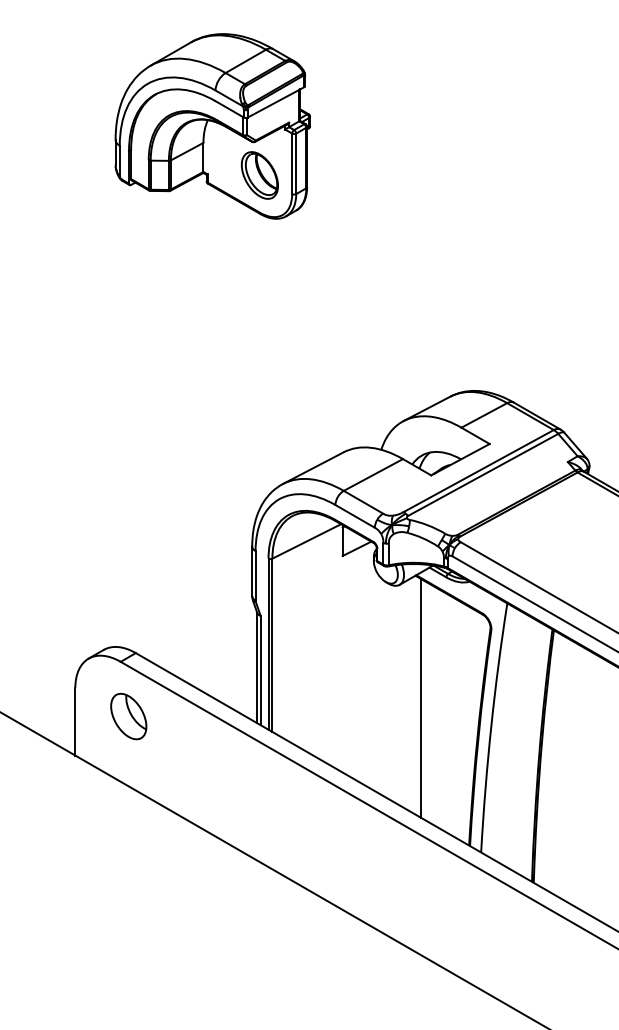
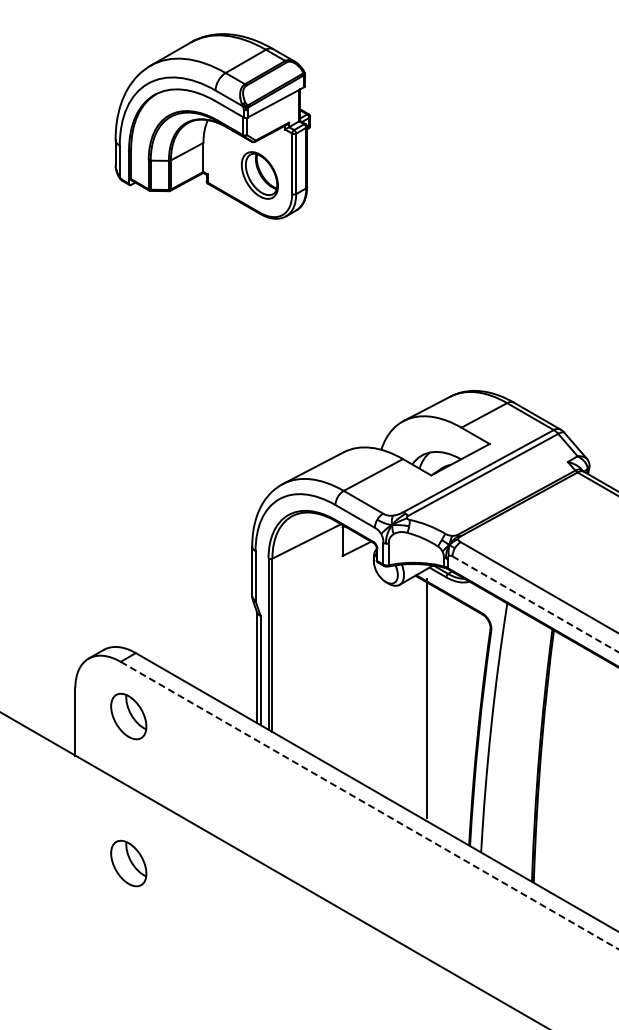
line at (535, 604): solid -> dashed
line at (421, 698) position: (421, 698) -> (427, 698)
line at (369, 805): solid -> dashed
part at (128, 863): none -> present
